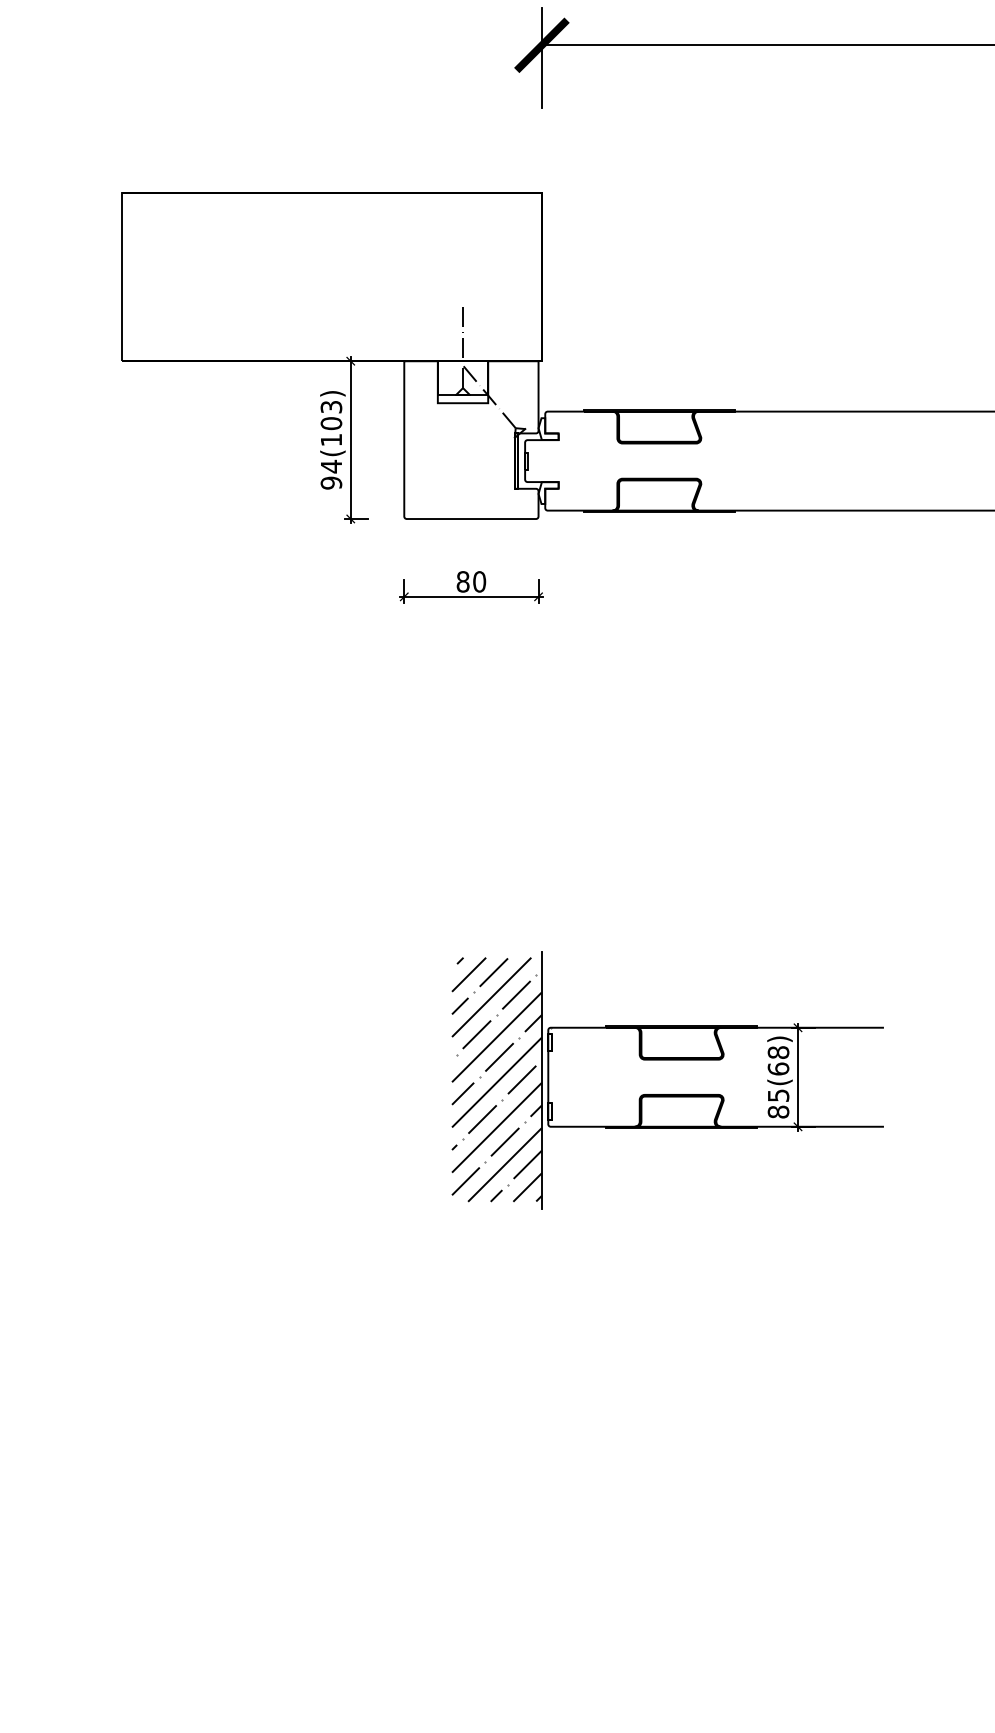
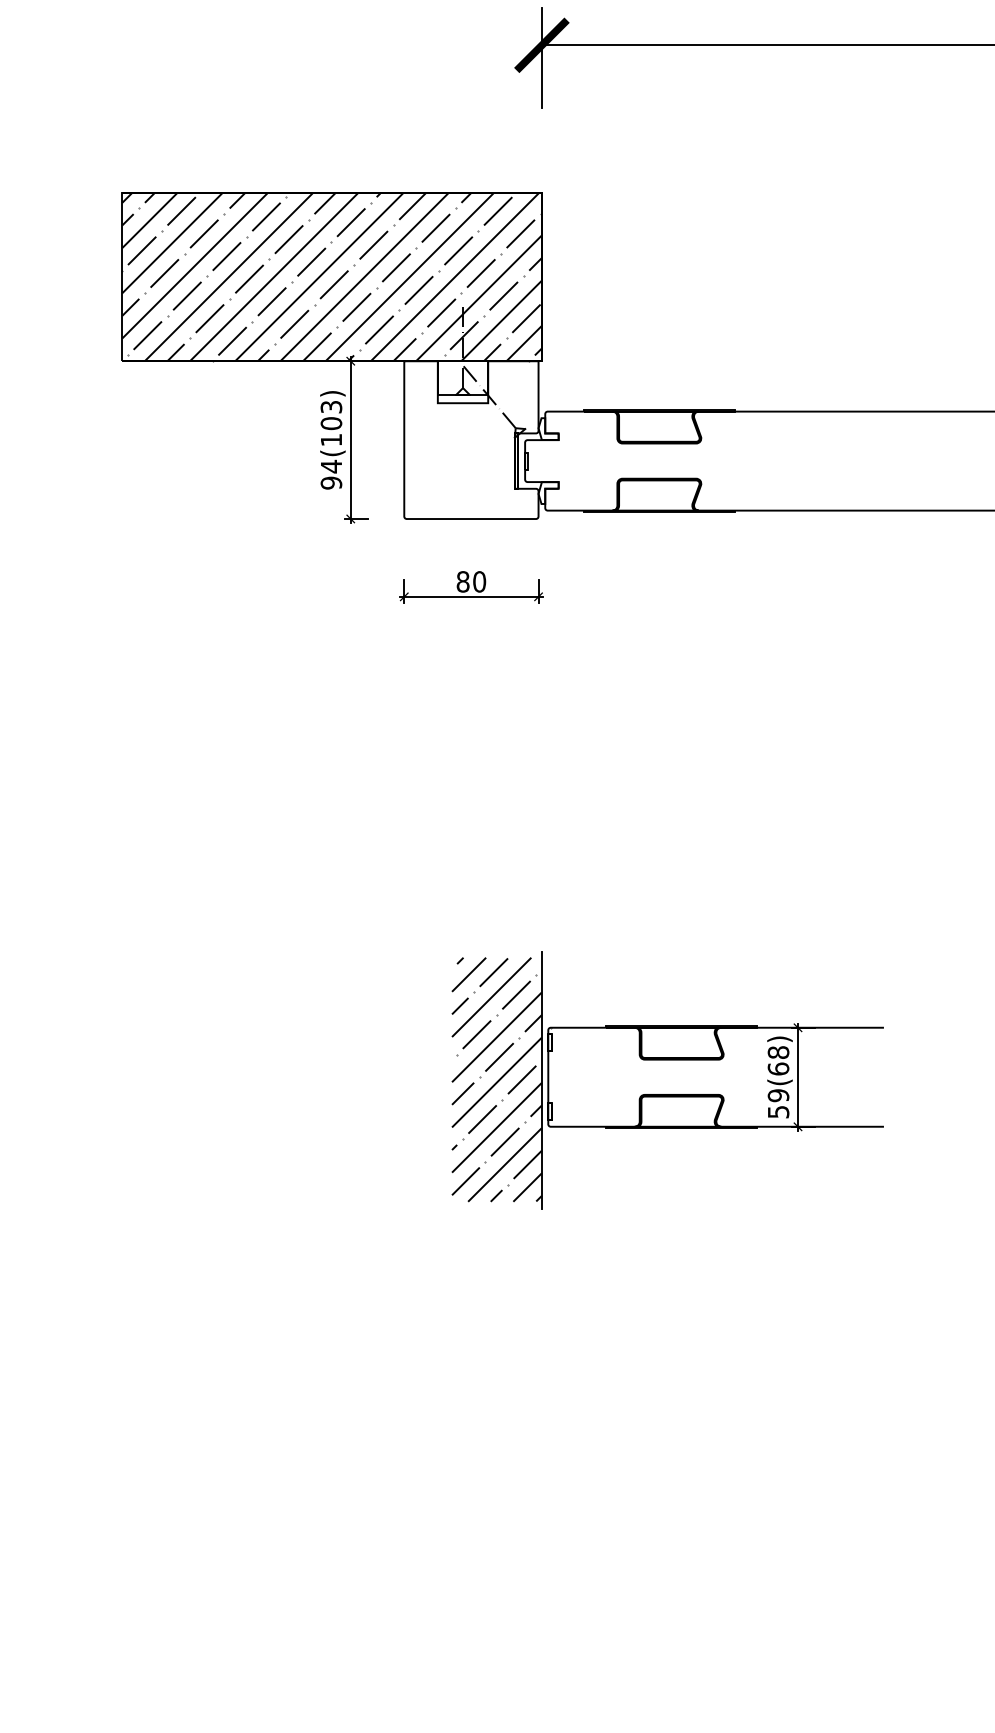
hatch at (331, 277): none -> present
text at (778, 1103): 85(68) -> 59(68)
